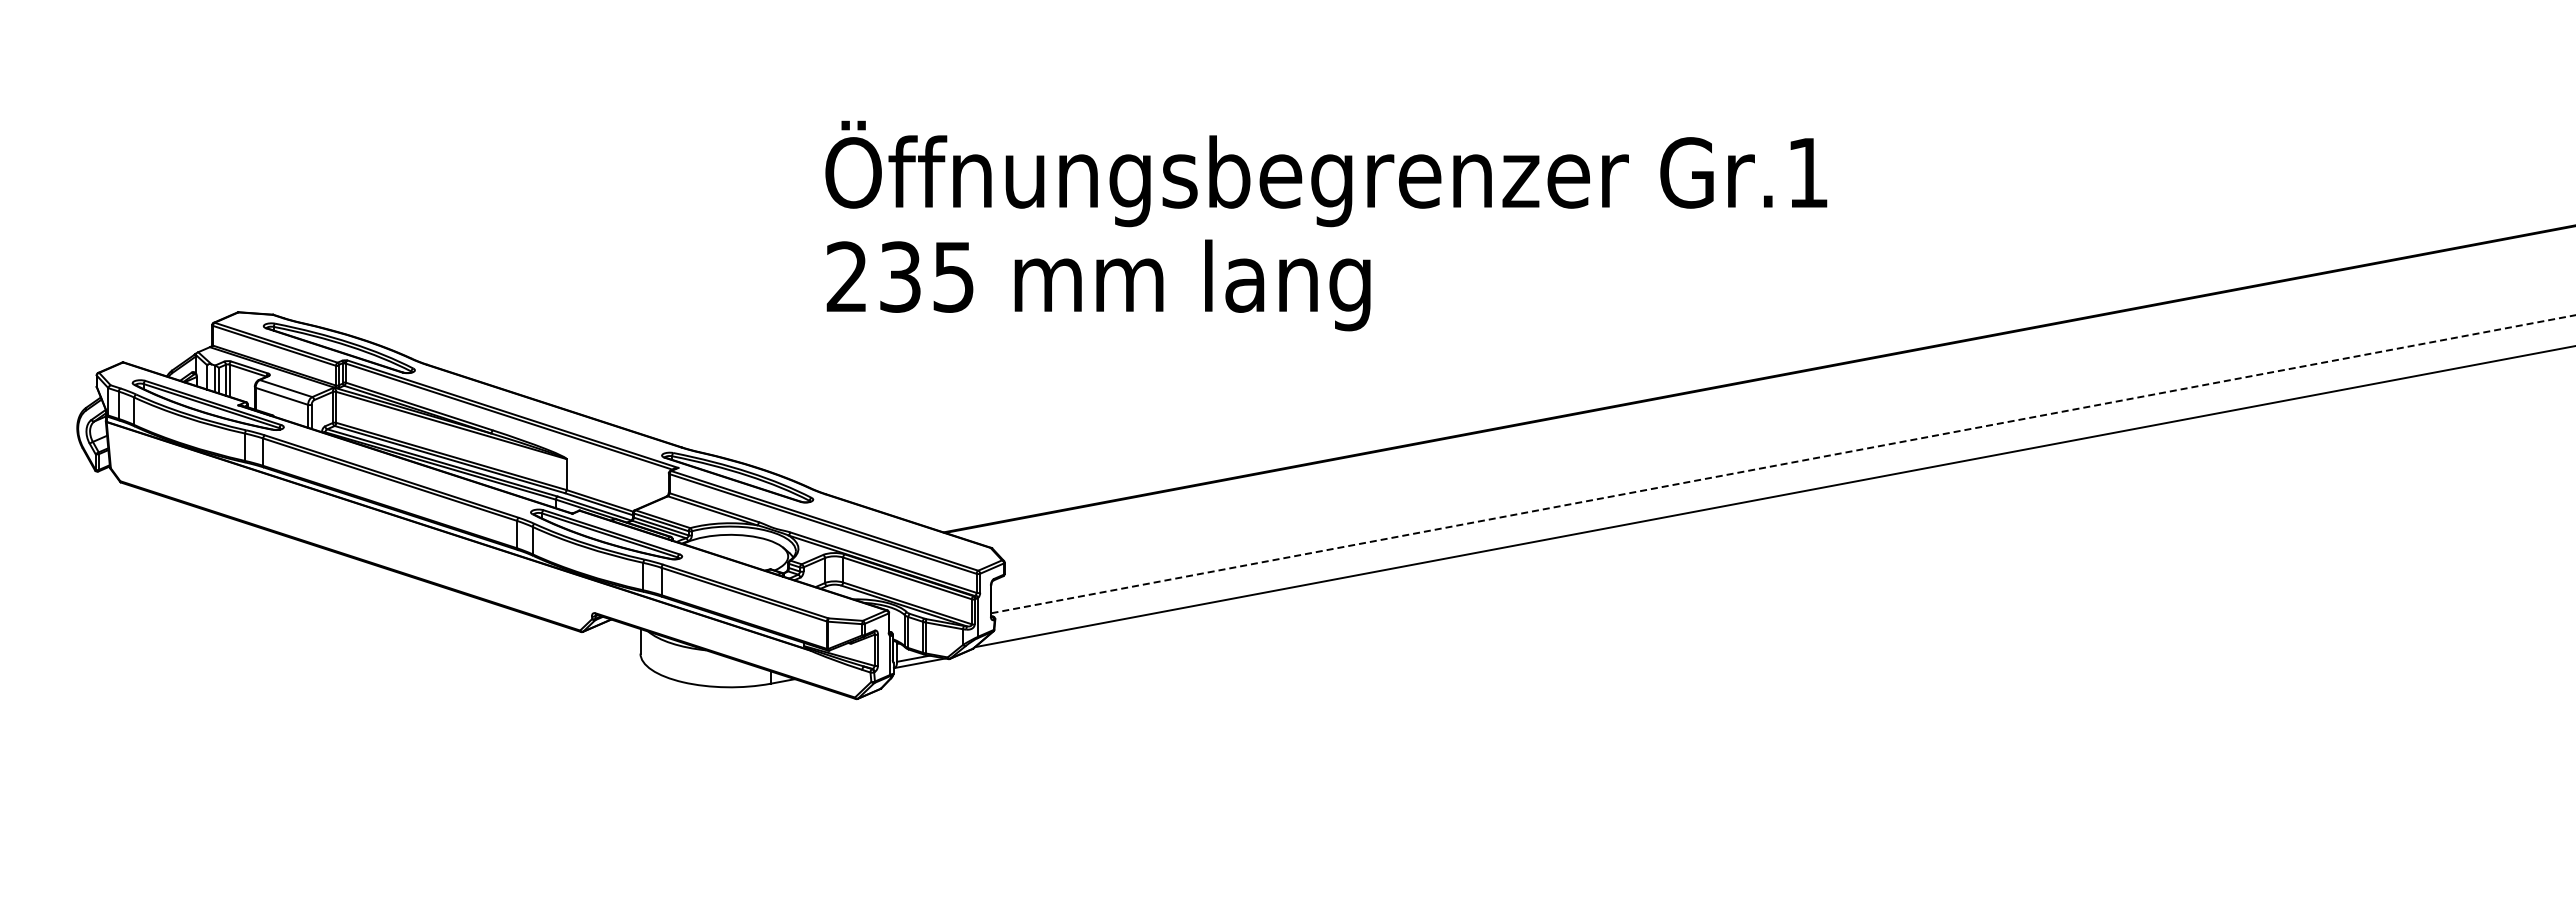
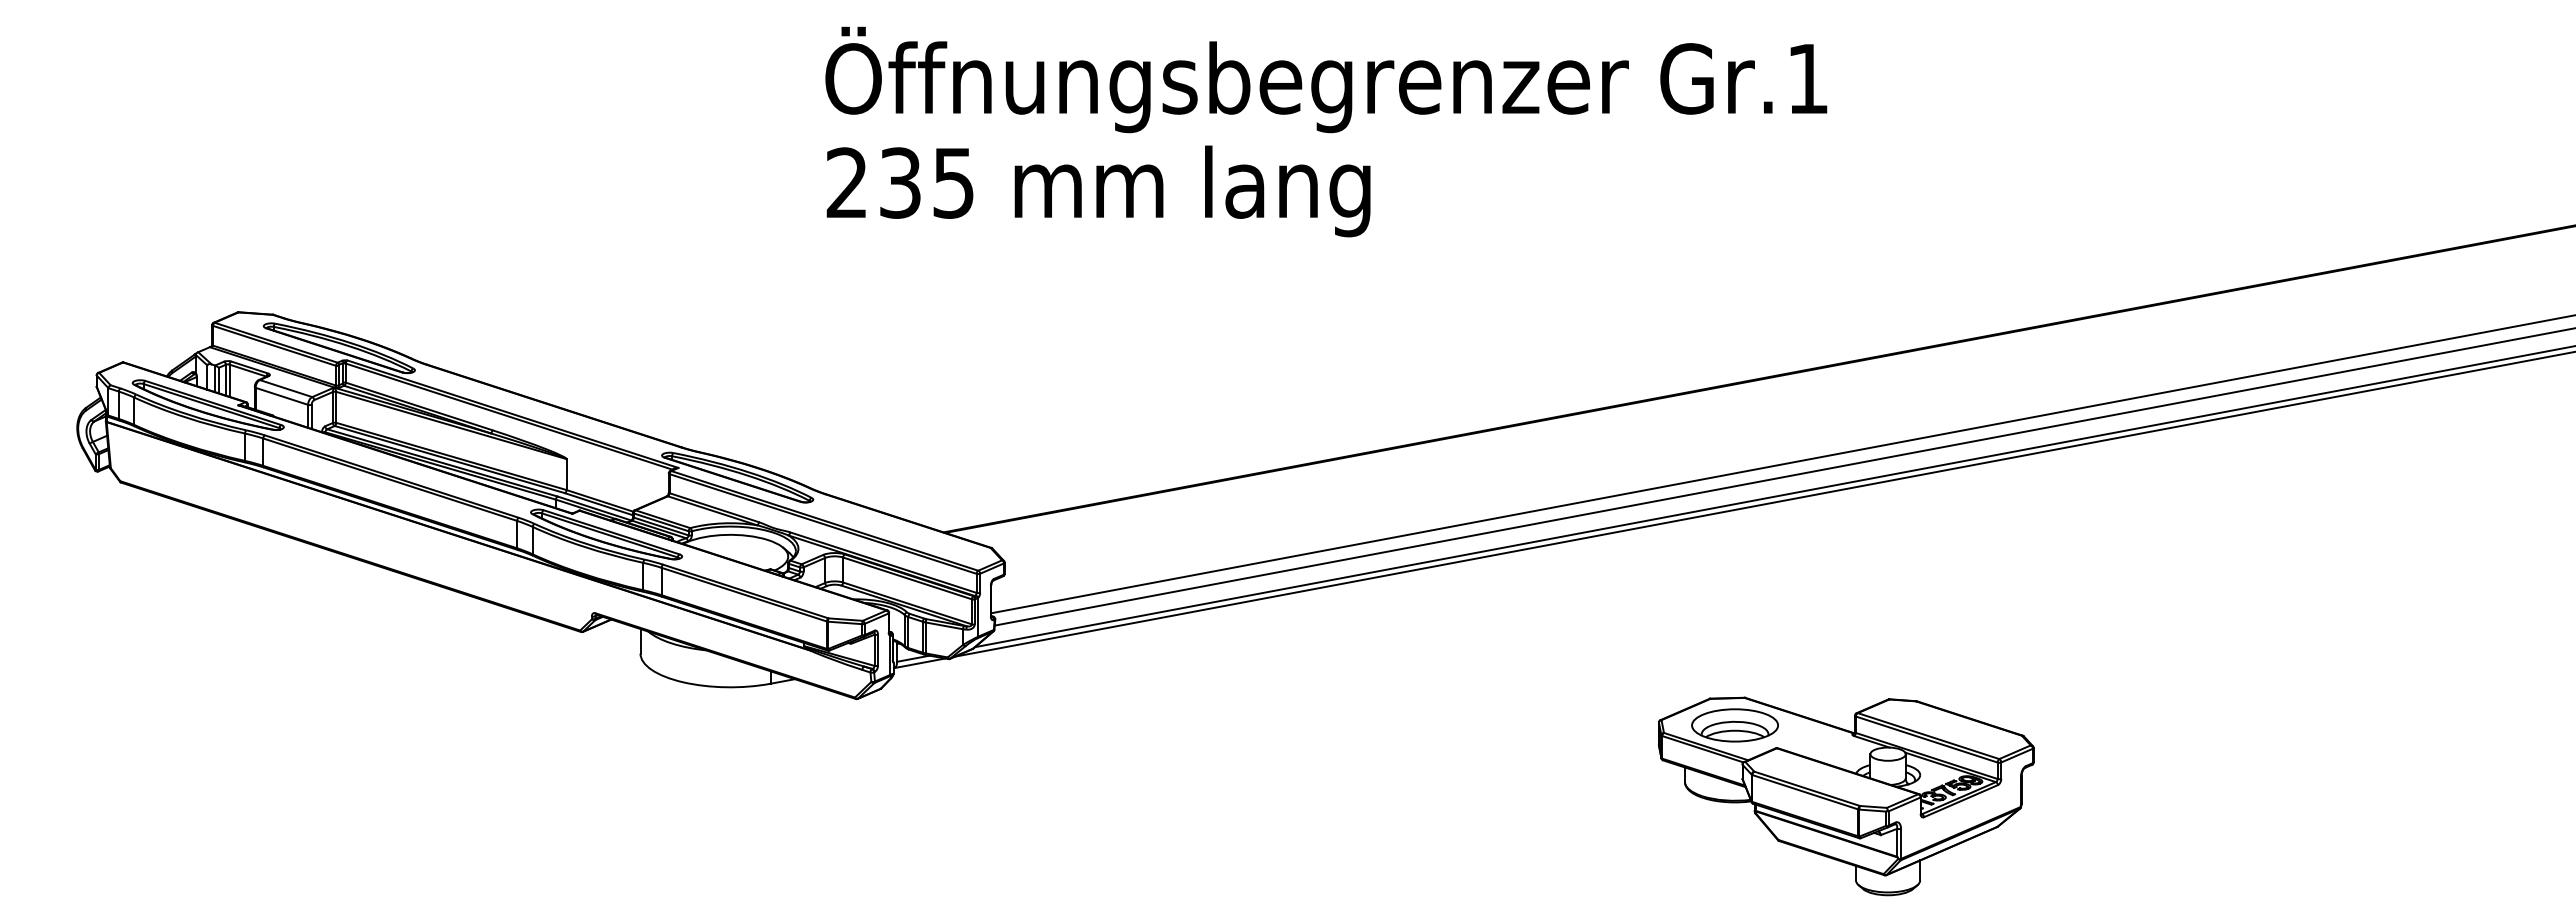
text at (1326, 225) position: (1326, 225) -> (1326, 131)
line at (1783, 464): dashed -> solid
line at (1783, 476): none -> present
line at (1763, 504): none -> present
part at (1846, 796): none -> present
